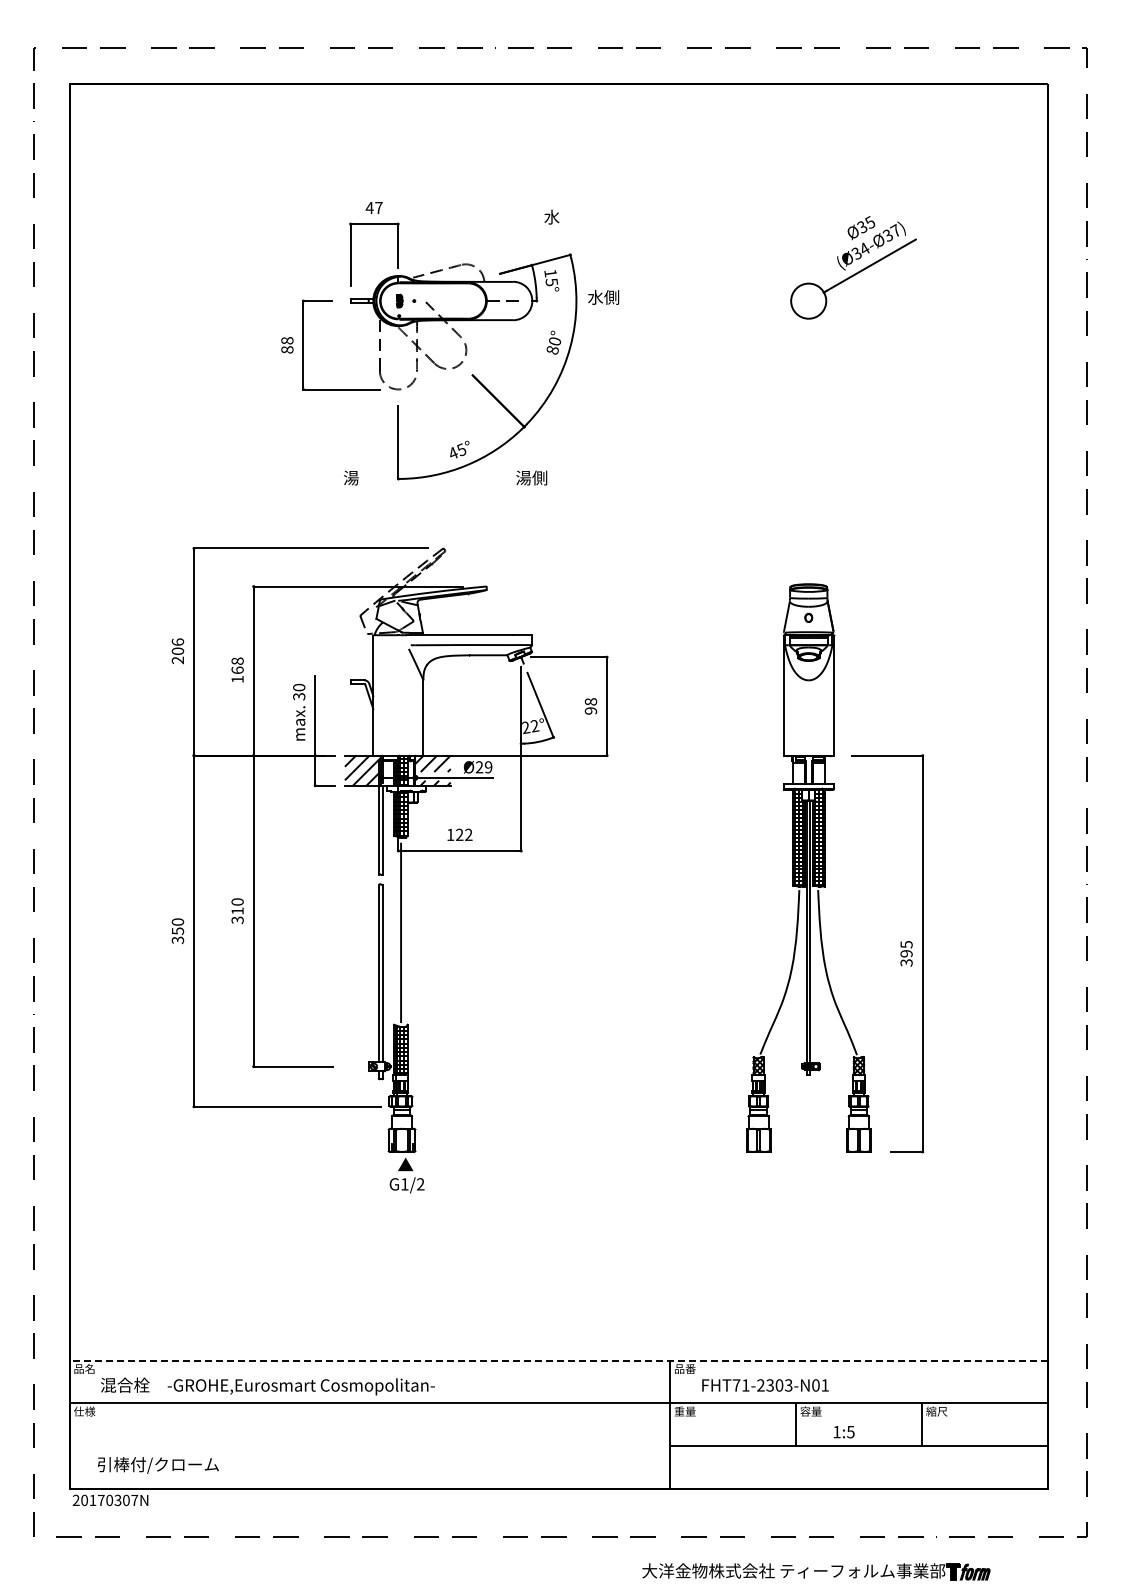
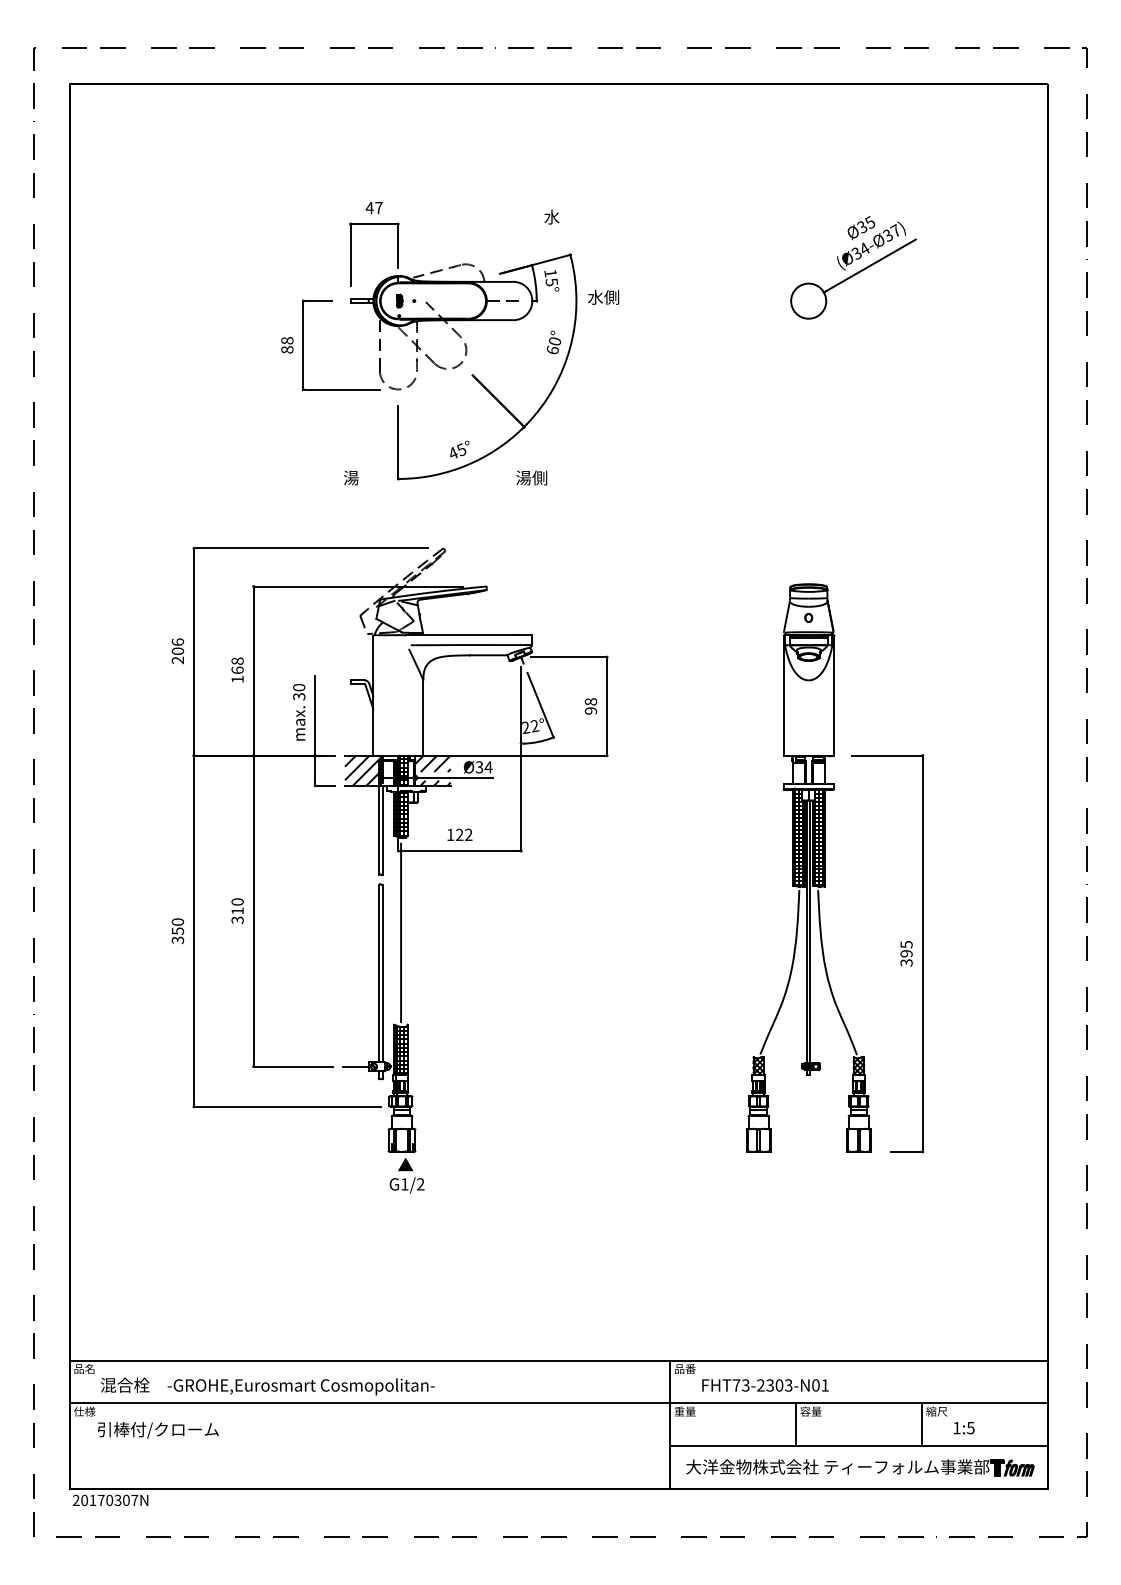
text at (552, 349): 80° -> 60°
text at (483, 767): Ø29 -> Ø34
line at (355, 1066): none -> present
line at (558, 1360): dashed -> solid
text at (745, 1385): FHT71-2303-N01 -> FHT73-2303-N01
text at (843, 1432) position: (843, 1432) -> (963, 1428)
text at (158, 1465) position: (158, 1465) -> (158, 1430)
part at (816, 1571) position: (816, 1571) -> (860, 1467)
